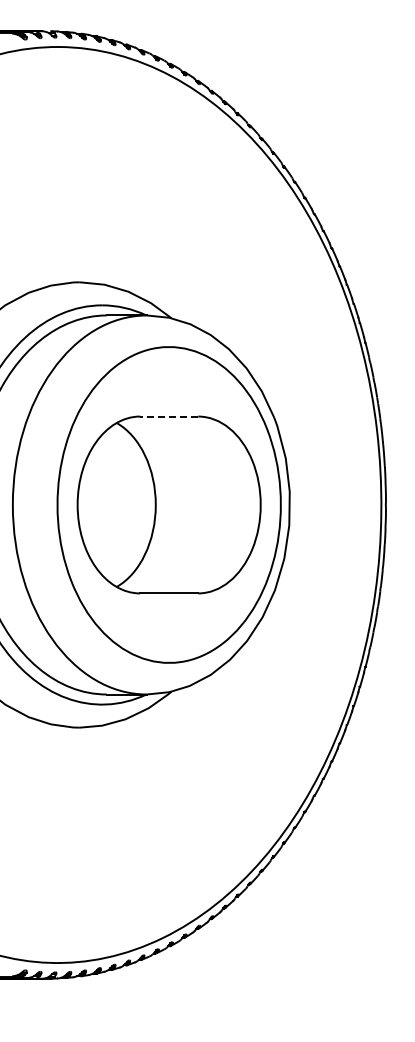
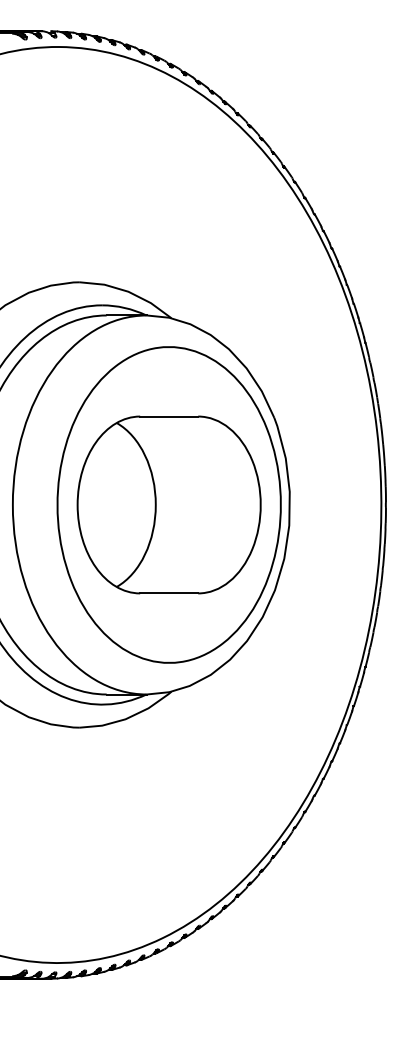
line at (168, 416): dashed -> solid
